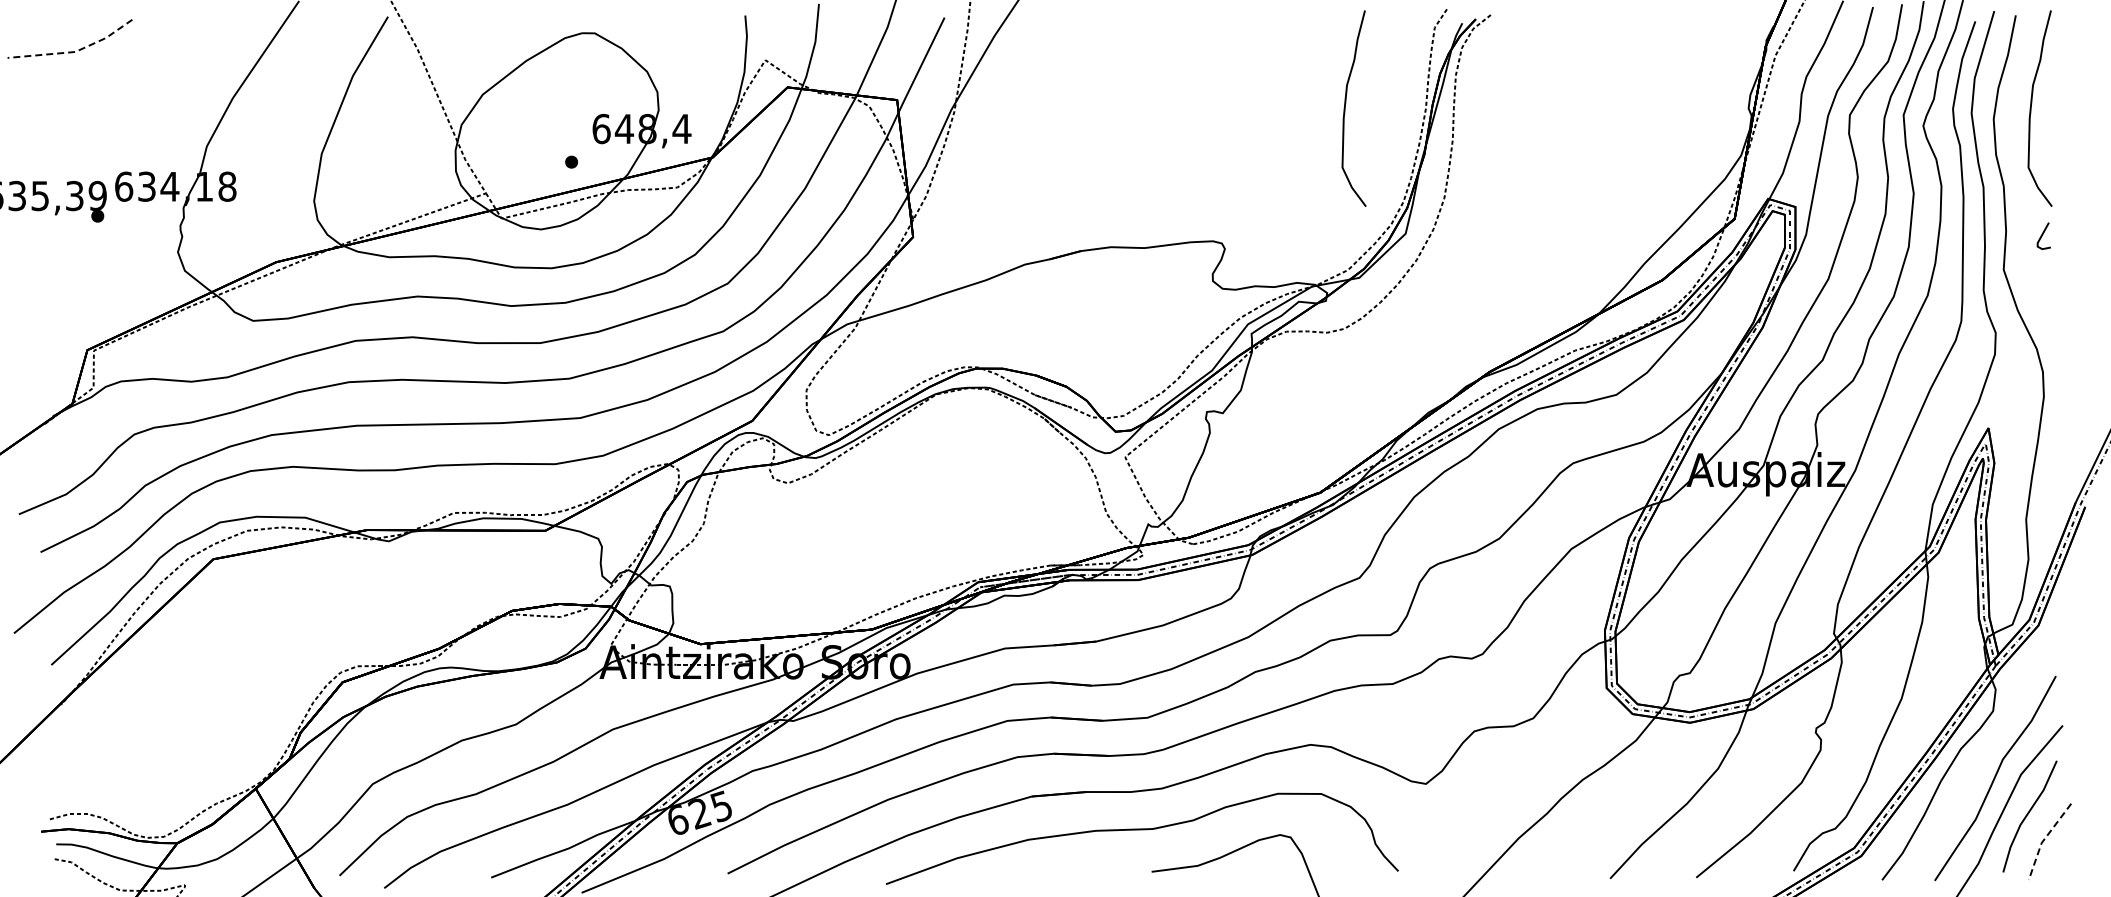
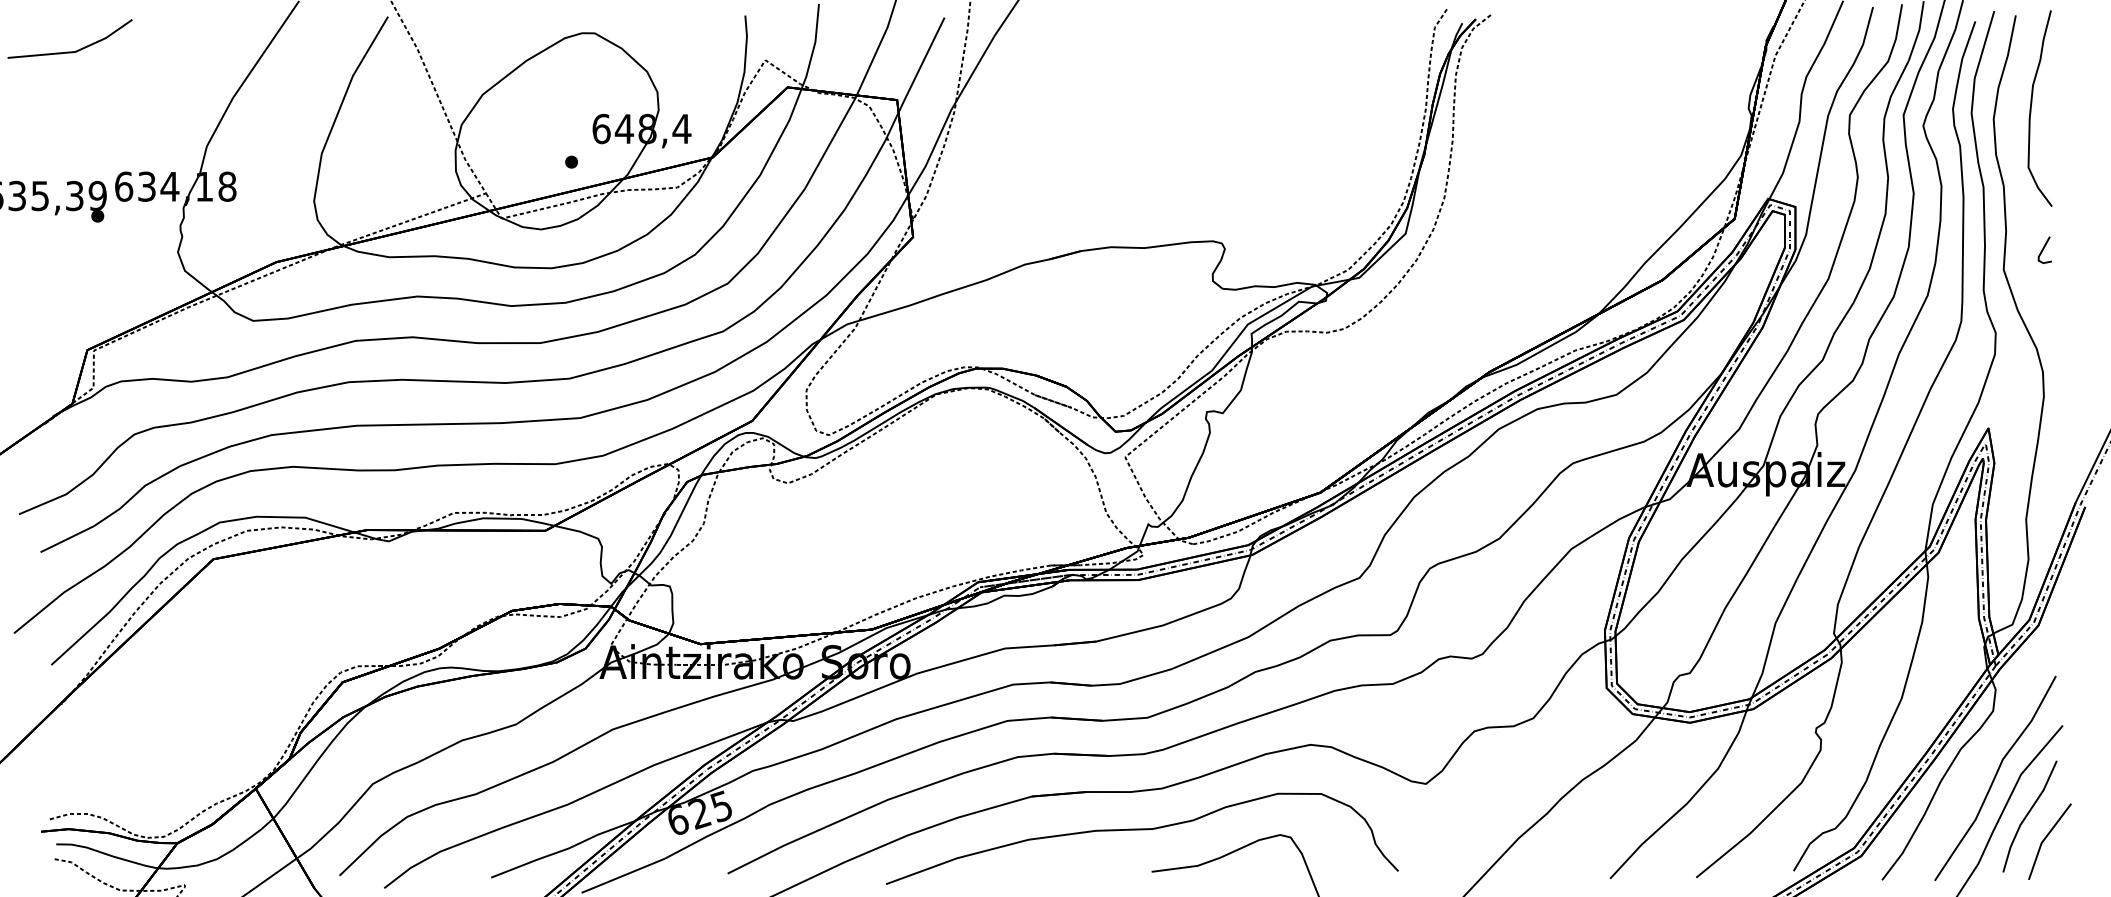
line at (75, 51): dashed -> solid
curve at (1345, 108): present -> none
line at (2043, 234) position: (2043, 234) -> (2044, 248)
line at (2044, 839): dashed -> solid
